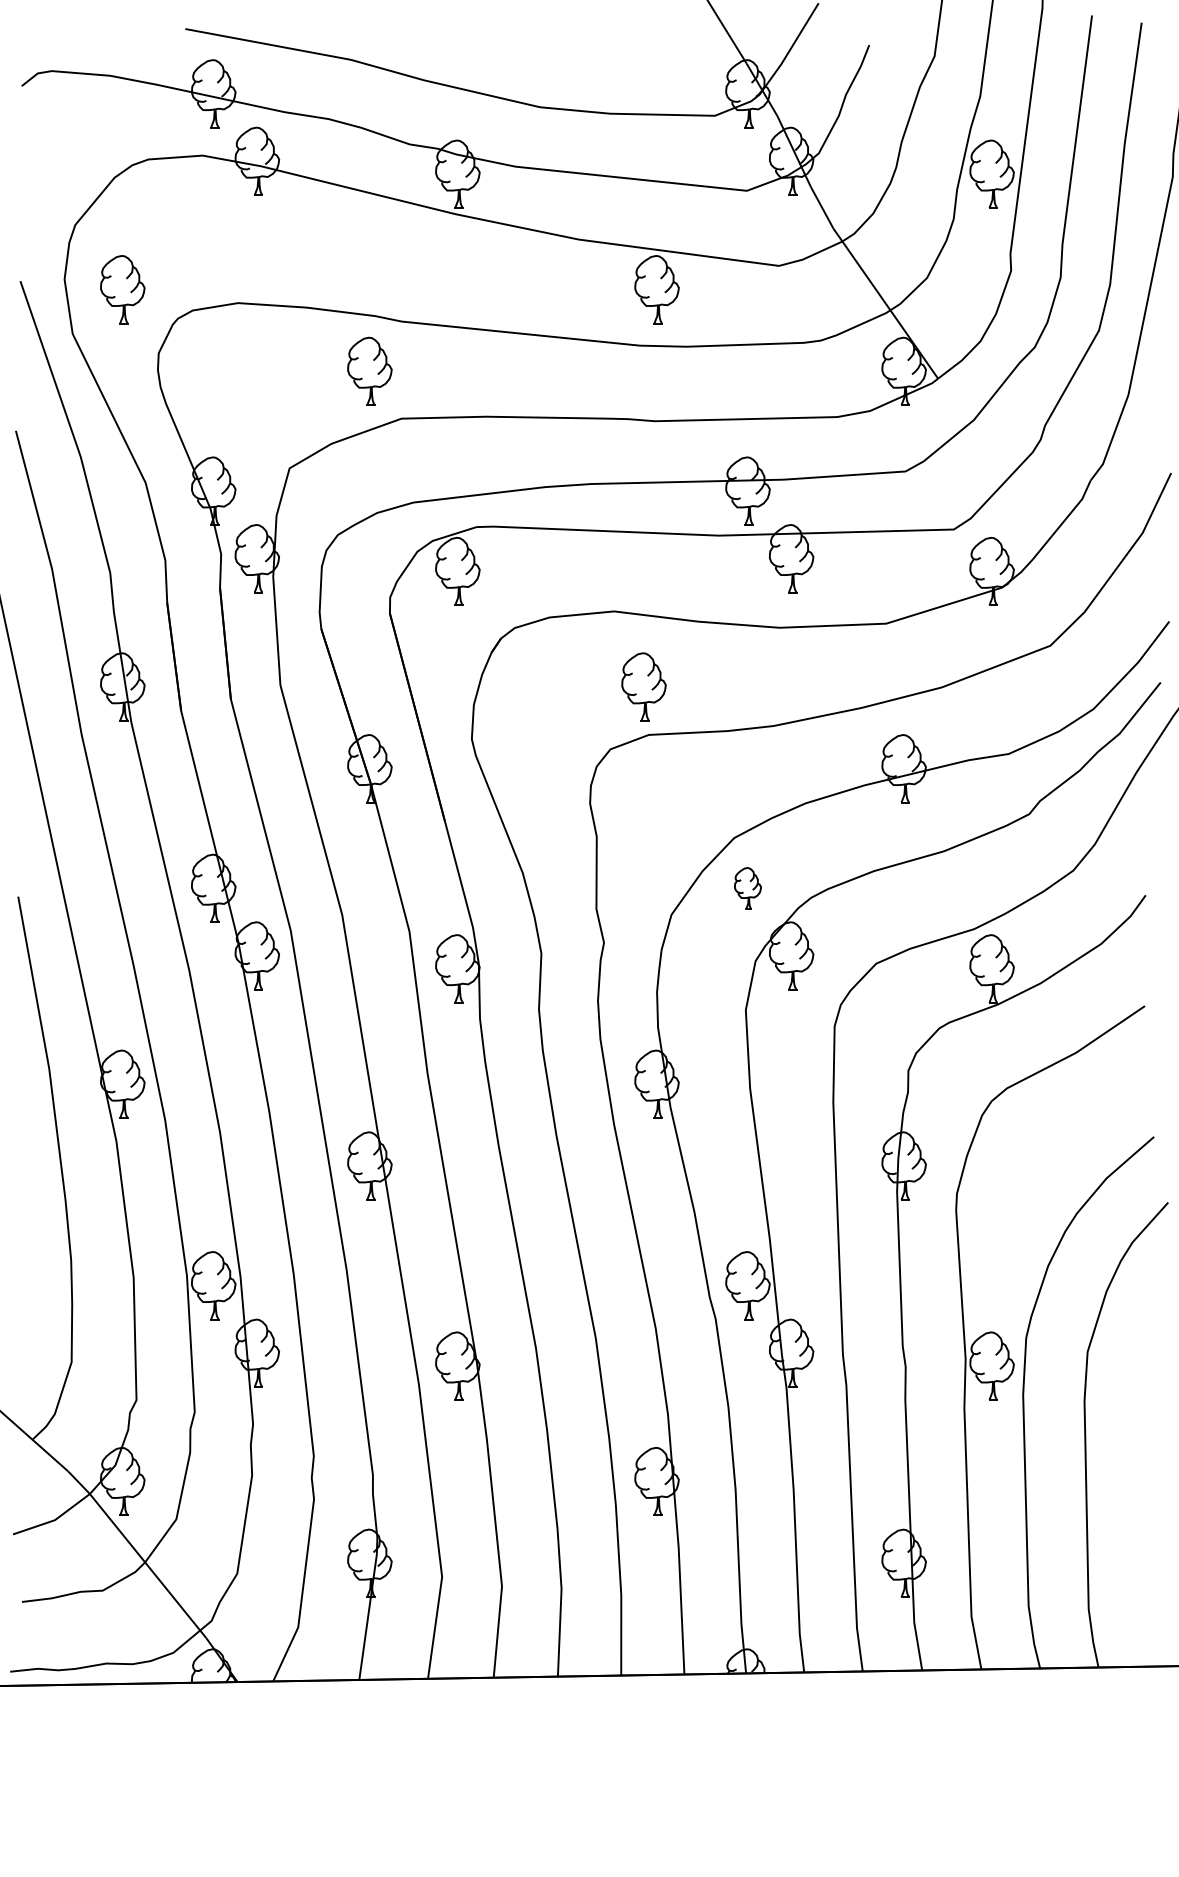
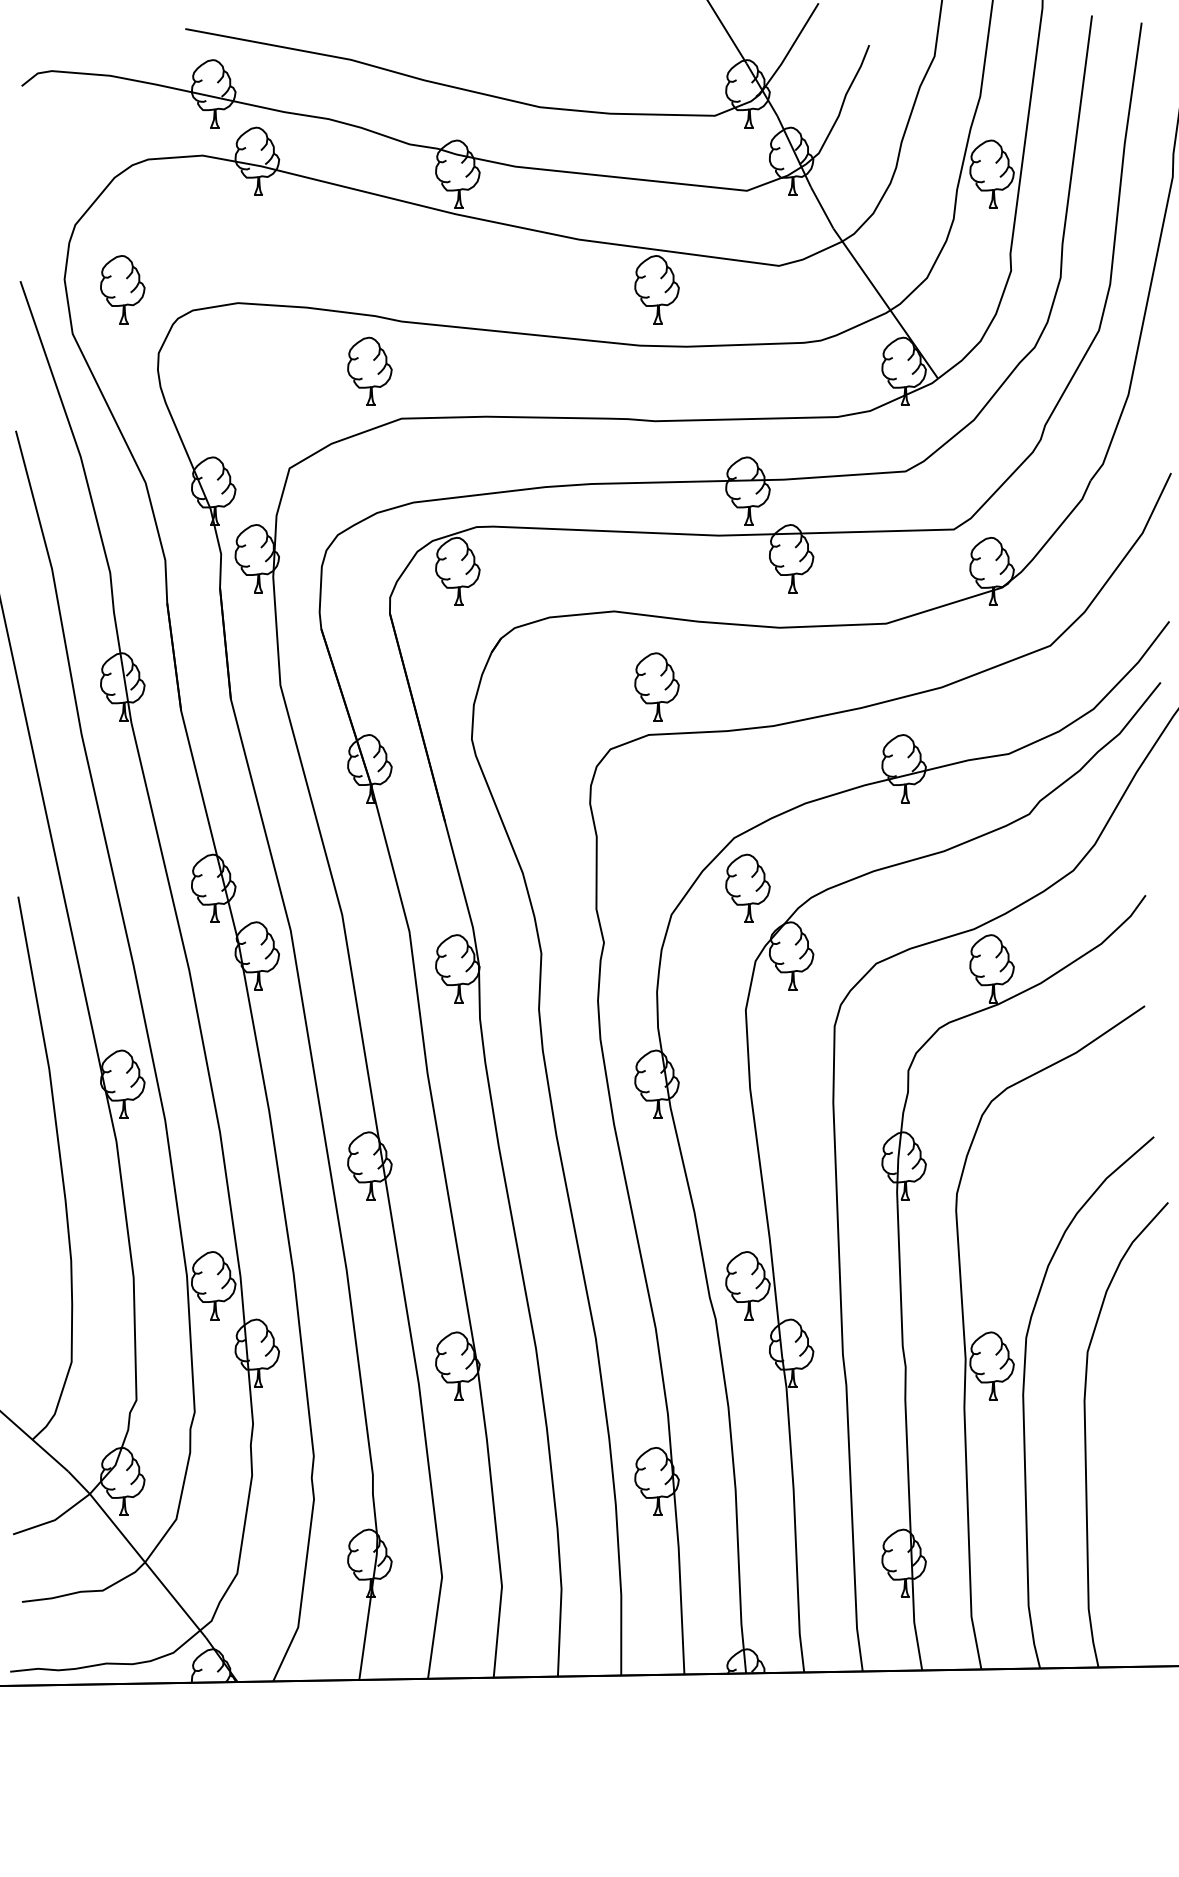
part at (643, 686) position: (643, 686) -> (656, 686)
part at (747, 888) size: 28x43 px -> 46x70 px
